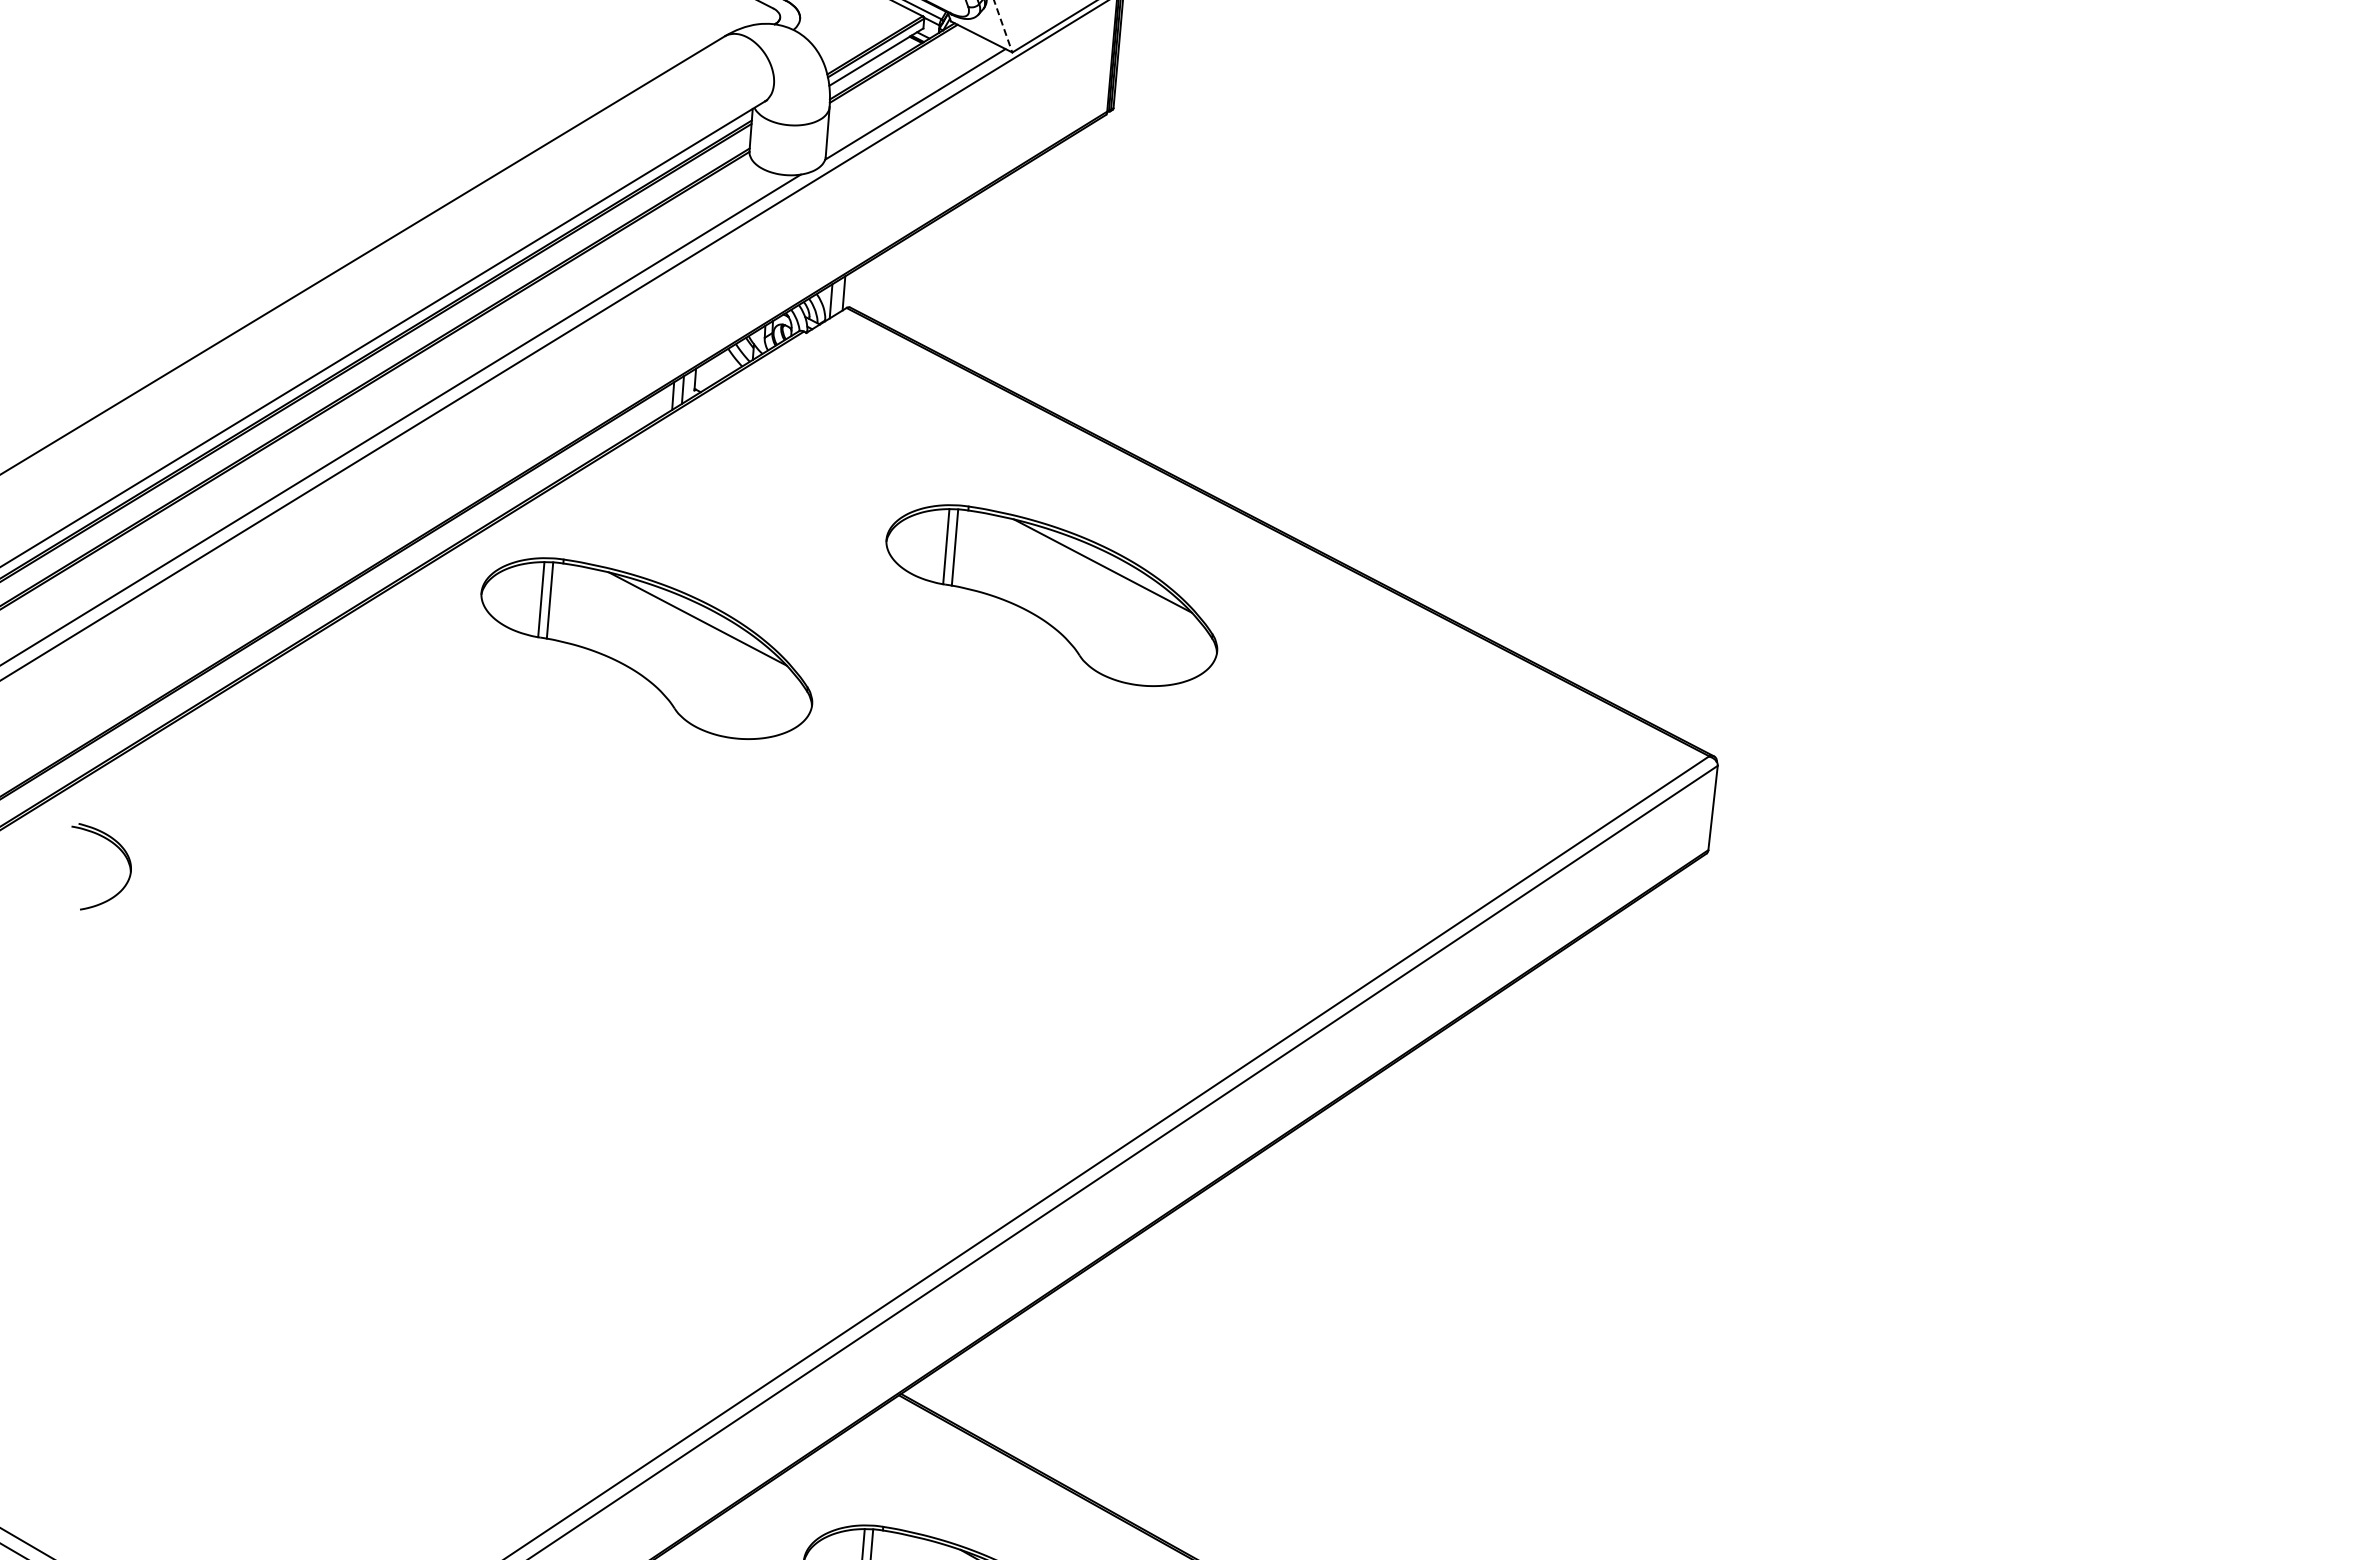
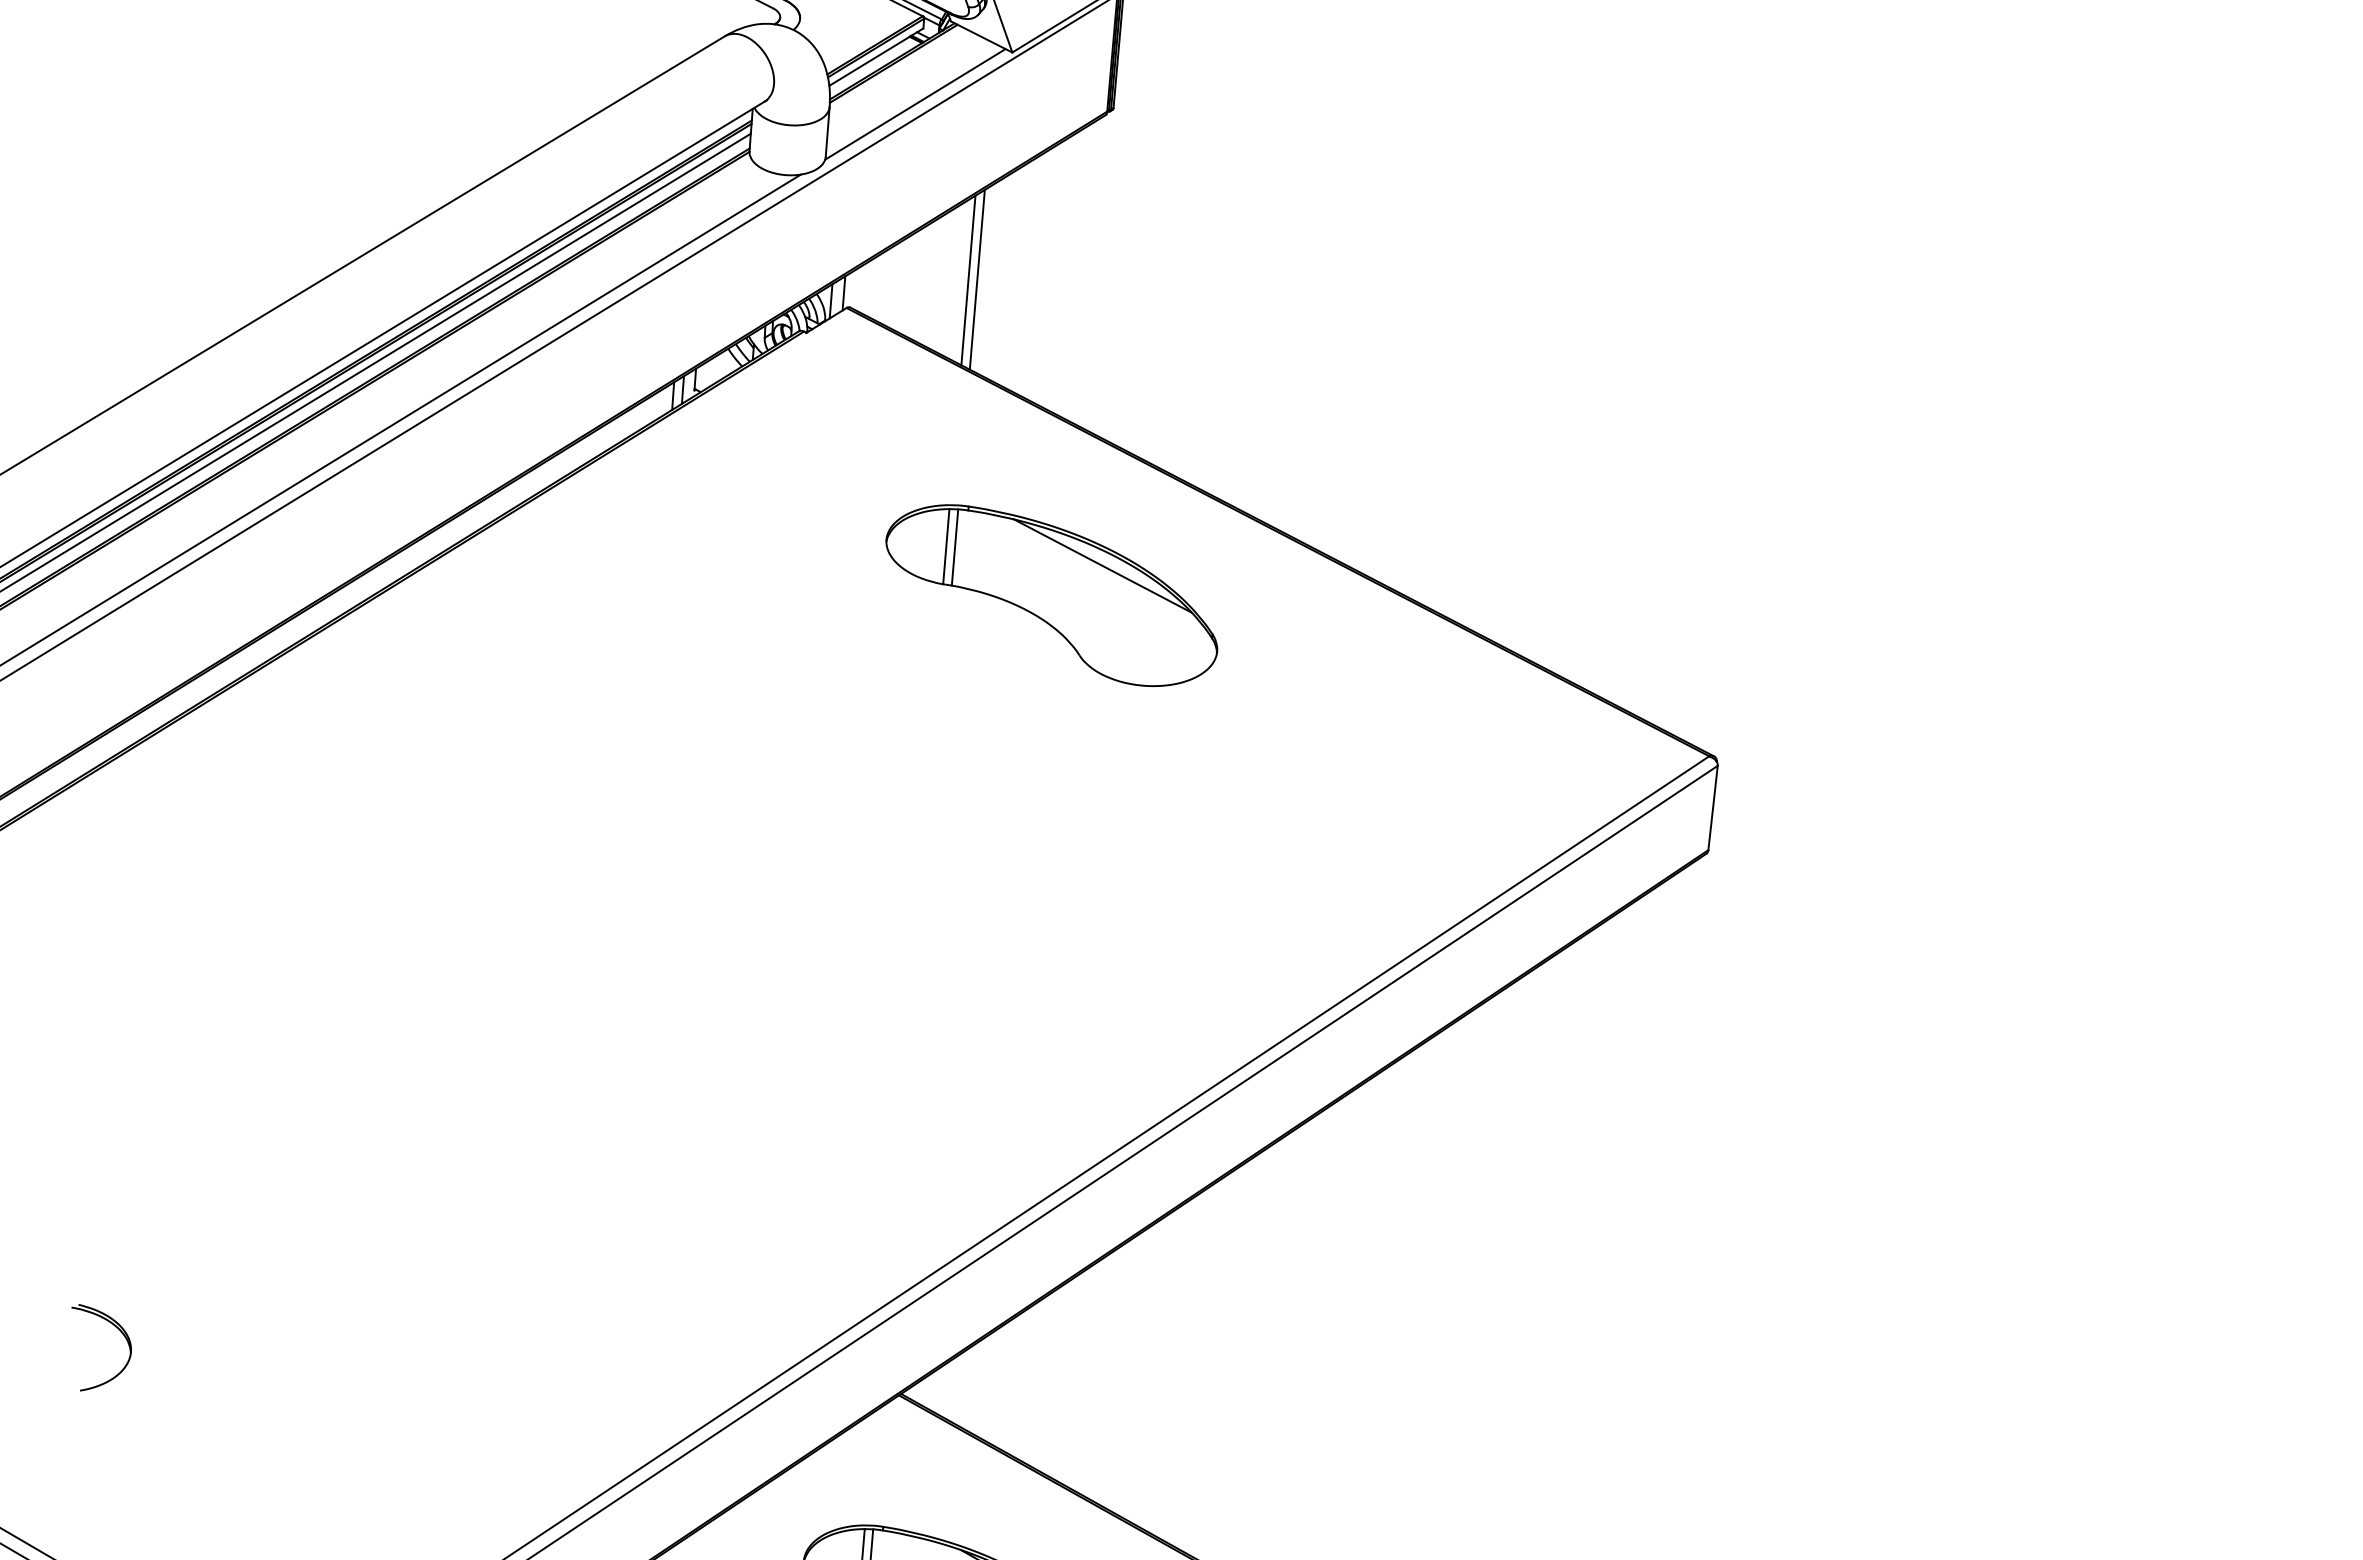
line at (1003, 27): dashed -> solid
line at (976, 279): none -> present
line at (968, 280): none -> present
line at (376, 361): none -> present
part at (646, 648): present -> none
part at (116, 847) position: (116, 847) -> (116, 1328)
